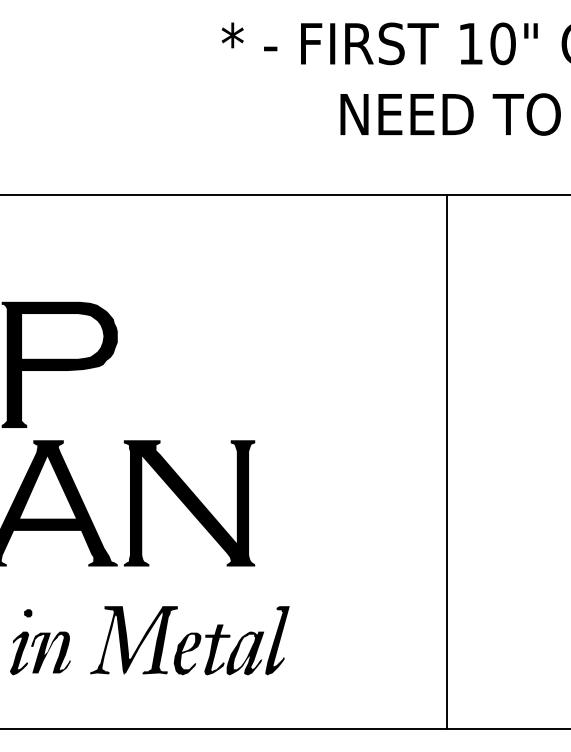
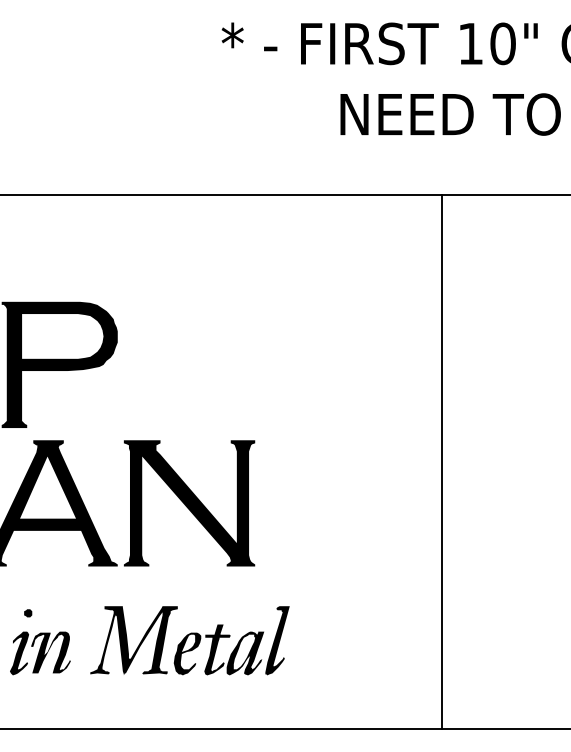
line at (447, 461) position: (447, 461) -> (442, 461)
